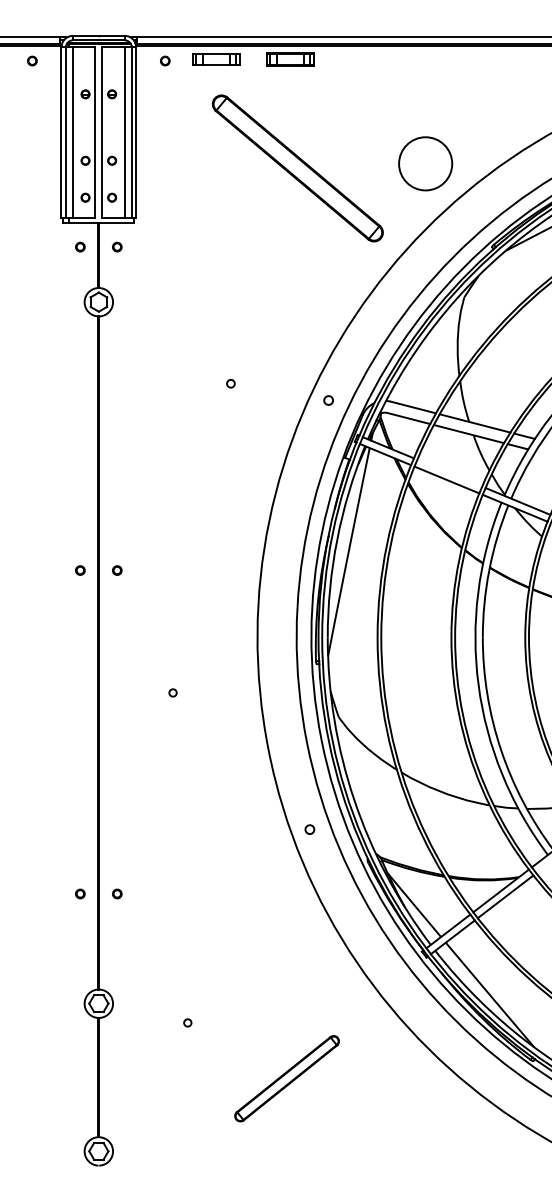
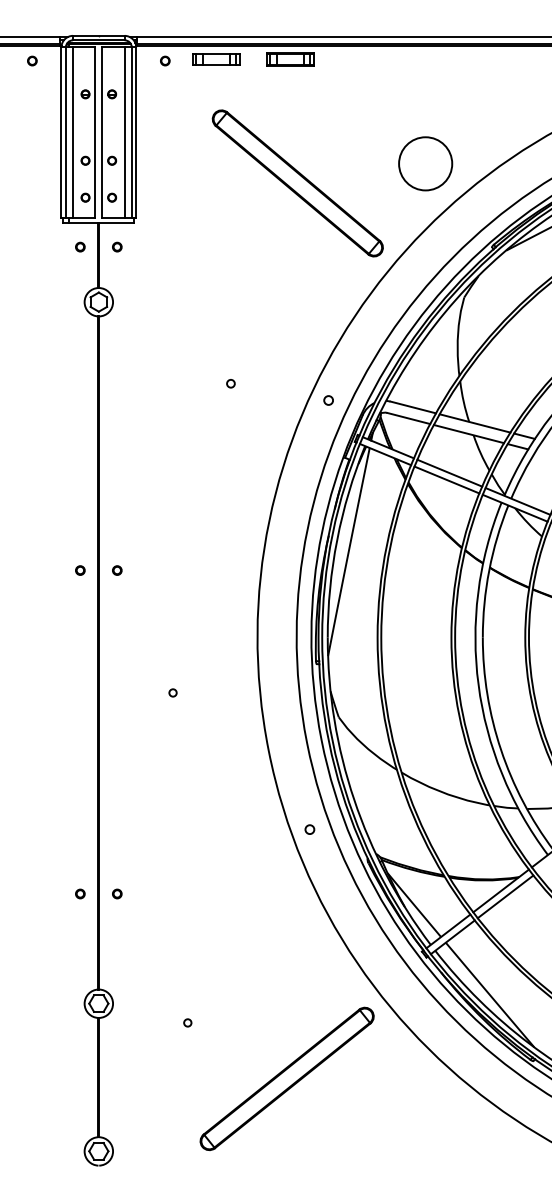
part at (297, 168) position: (297, 168) -> (297, 183)
line at (449, 472): none -> present
part at (286, 1078) size: 106x88 px -> 176x145 px
